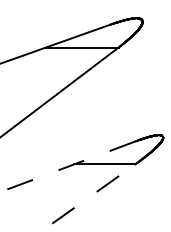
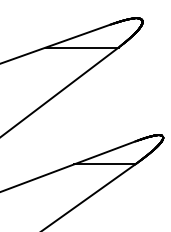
line at (67, 166): dashed -> solid
line at (88, 198): dashed -> solid
